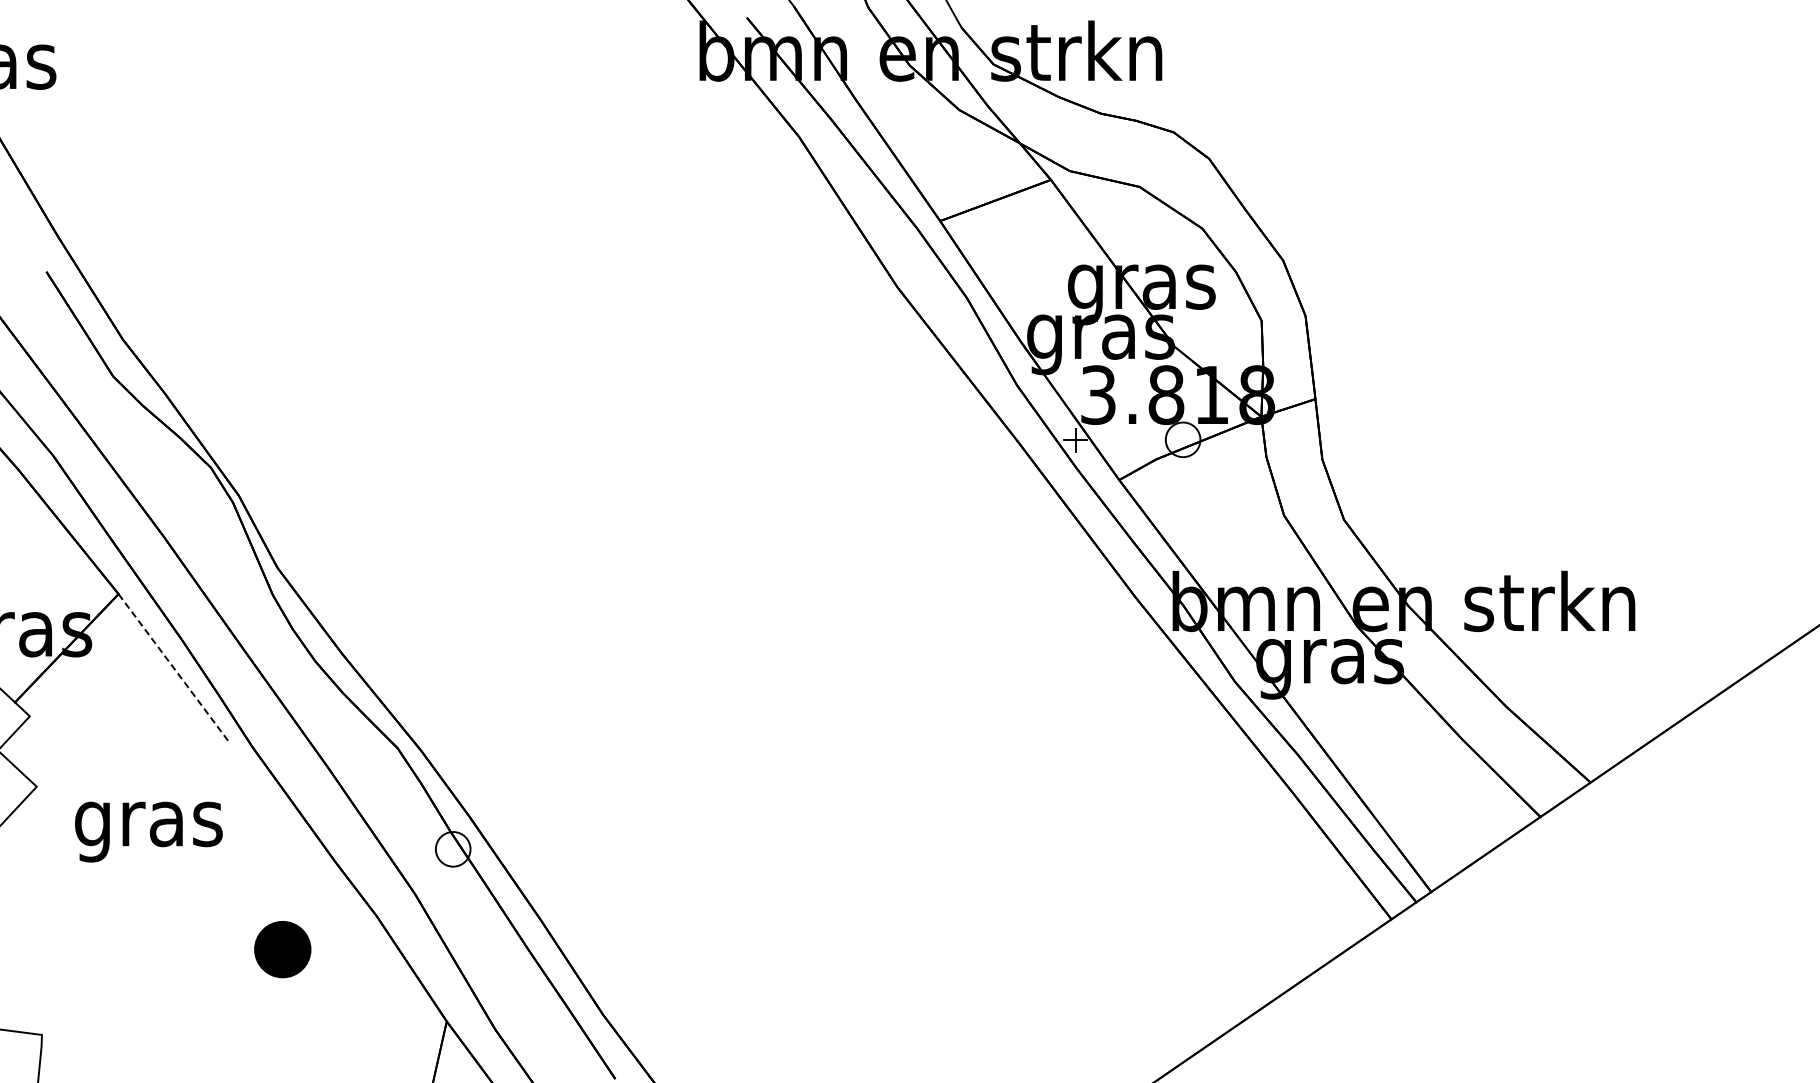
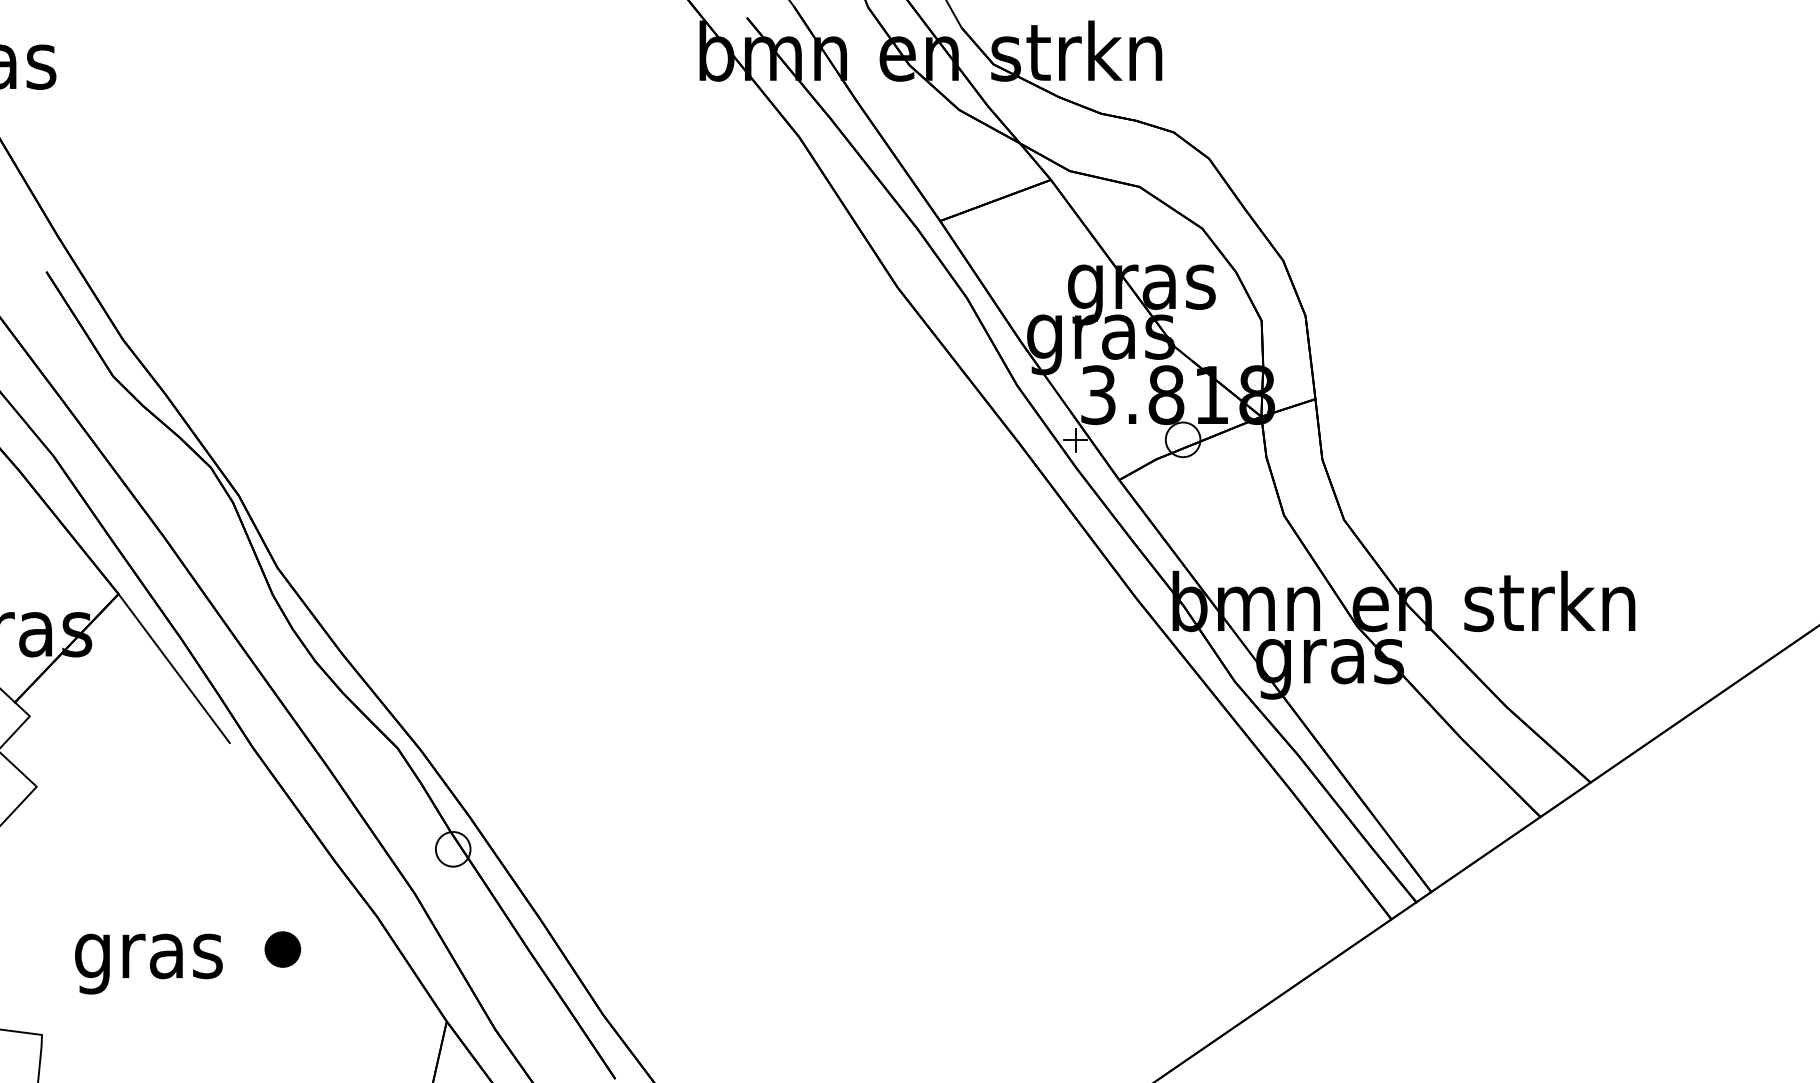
line at (174, 668): dashed -> solid
text at (148, 831) position: (148, 831) -> (148, 963)
part at (282, 949) size: 58x58 px -> 38x37 px
